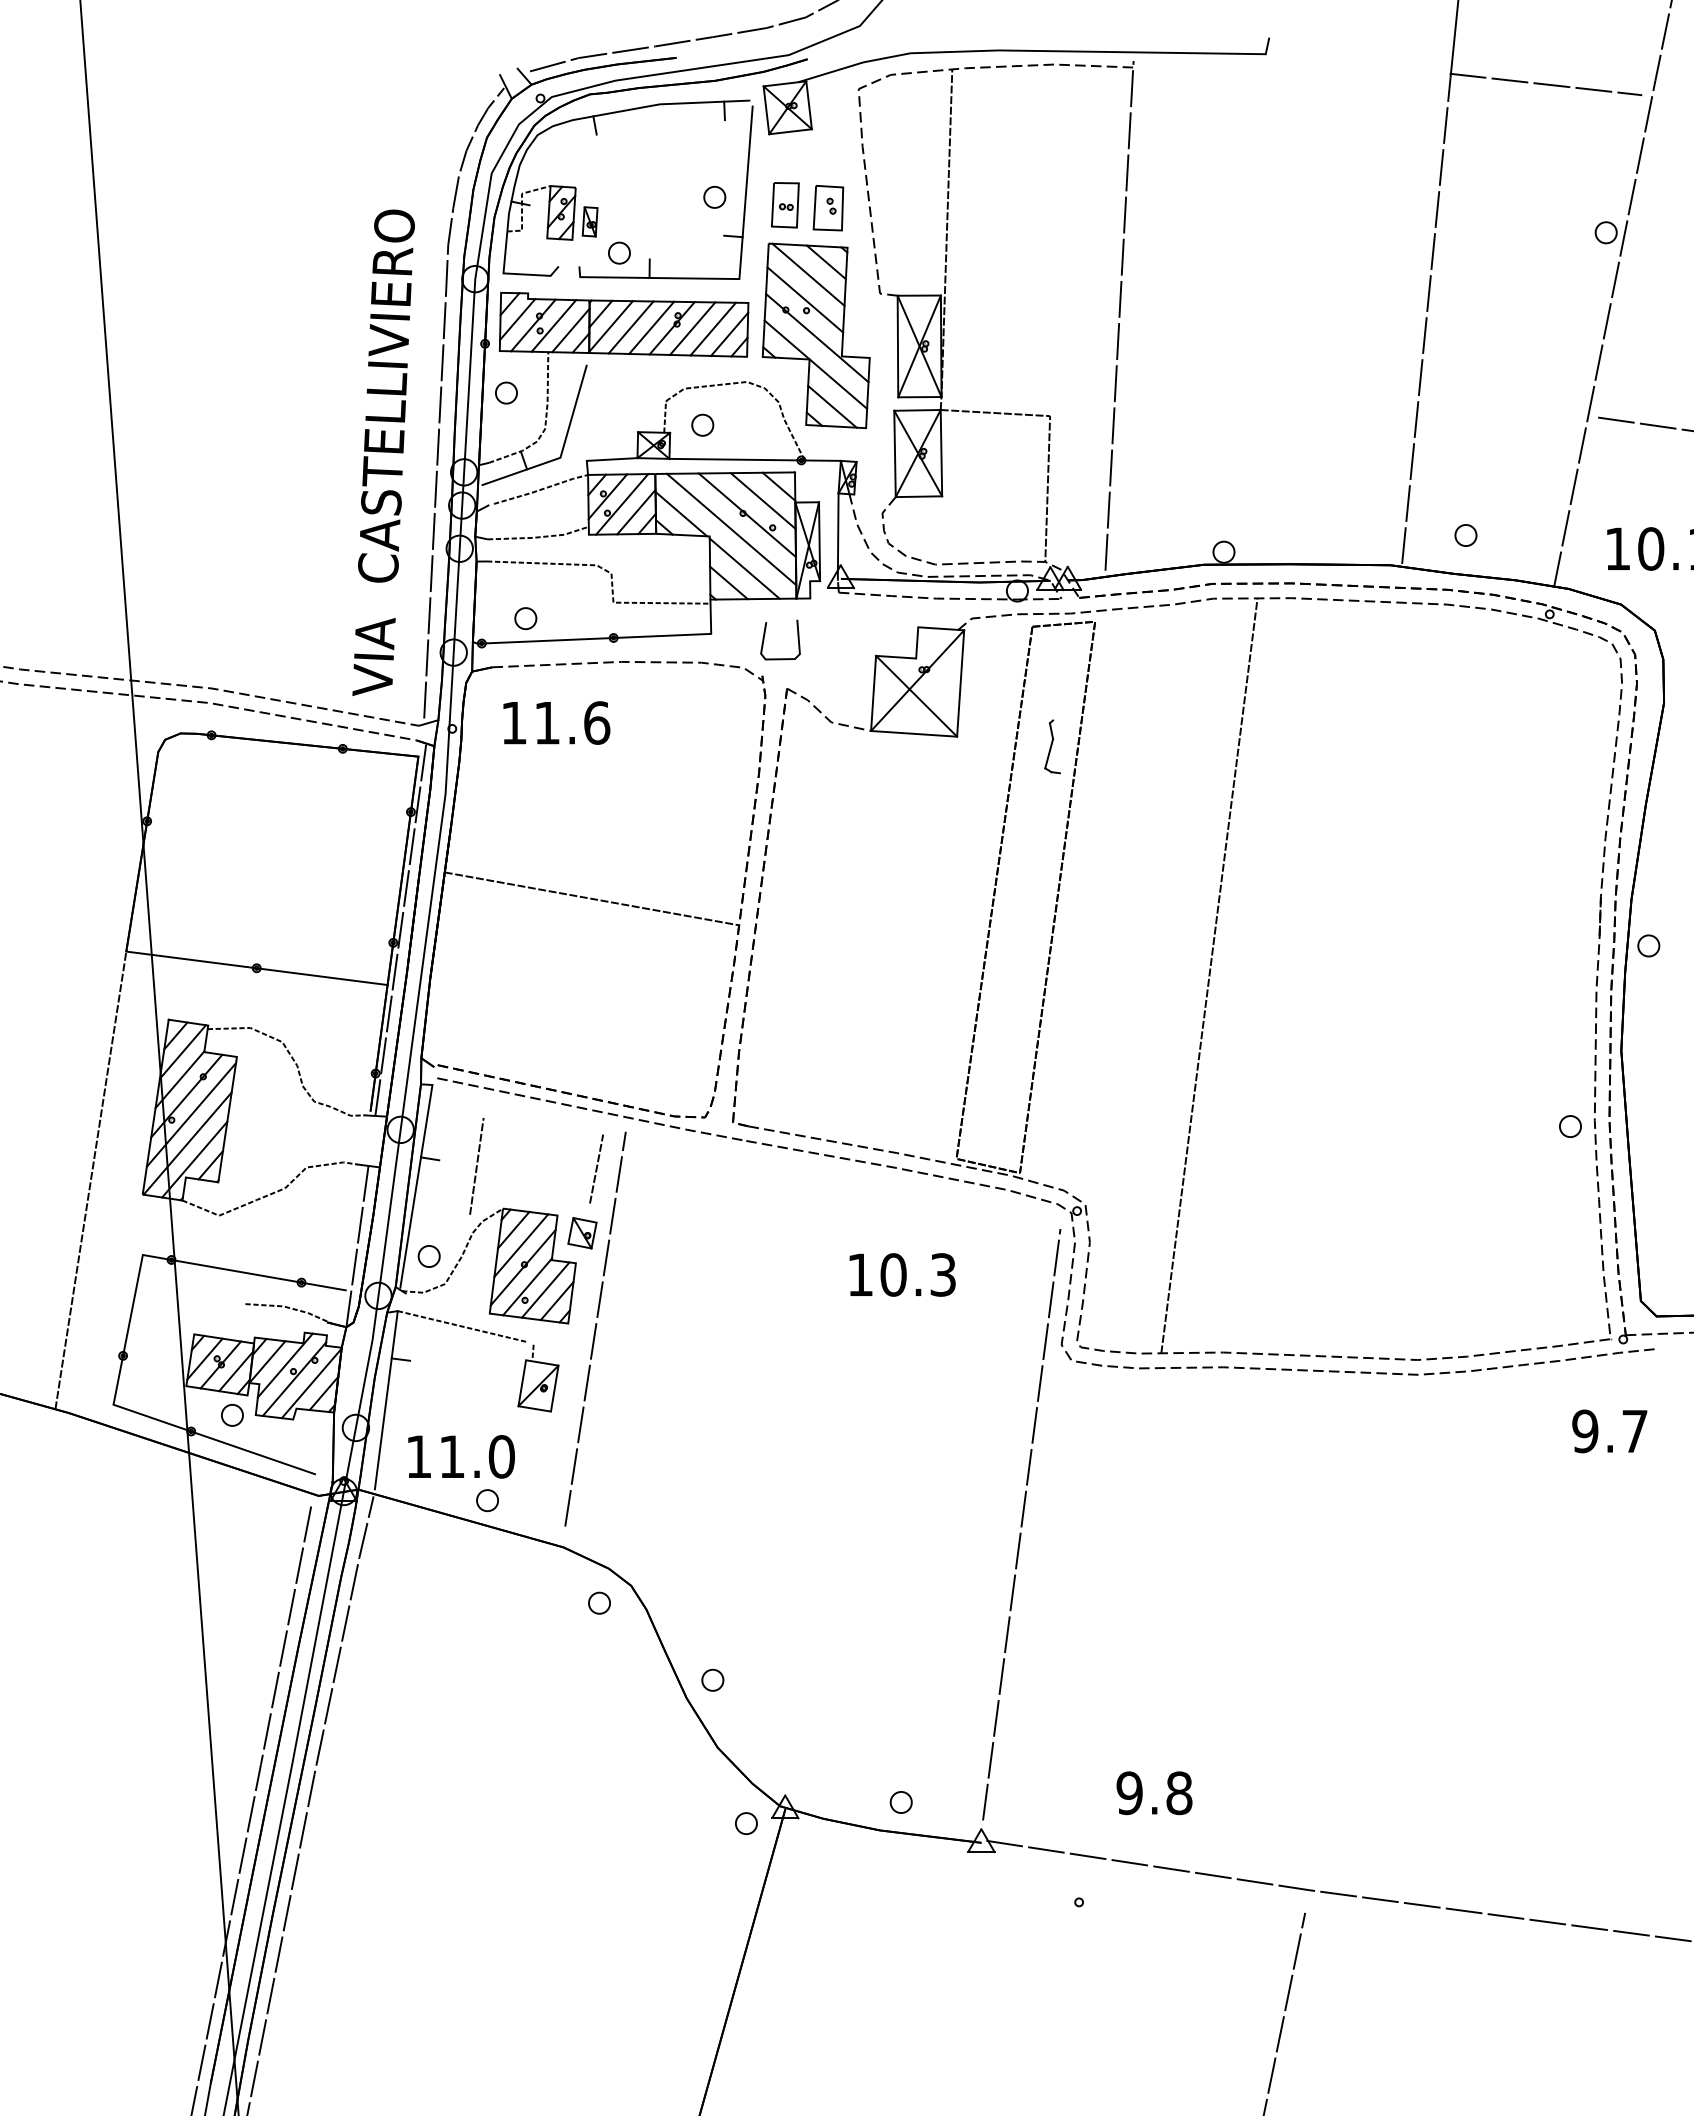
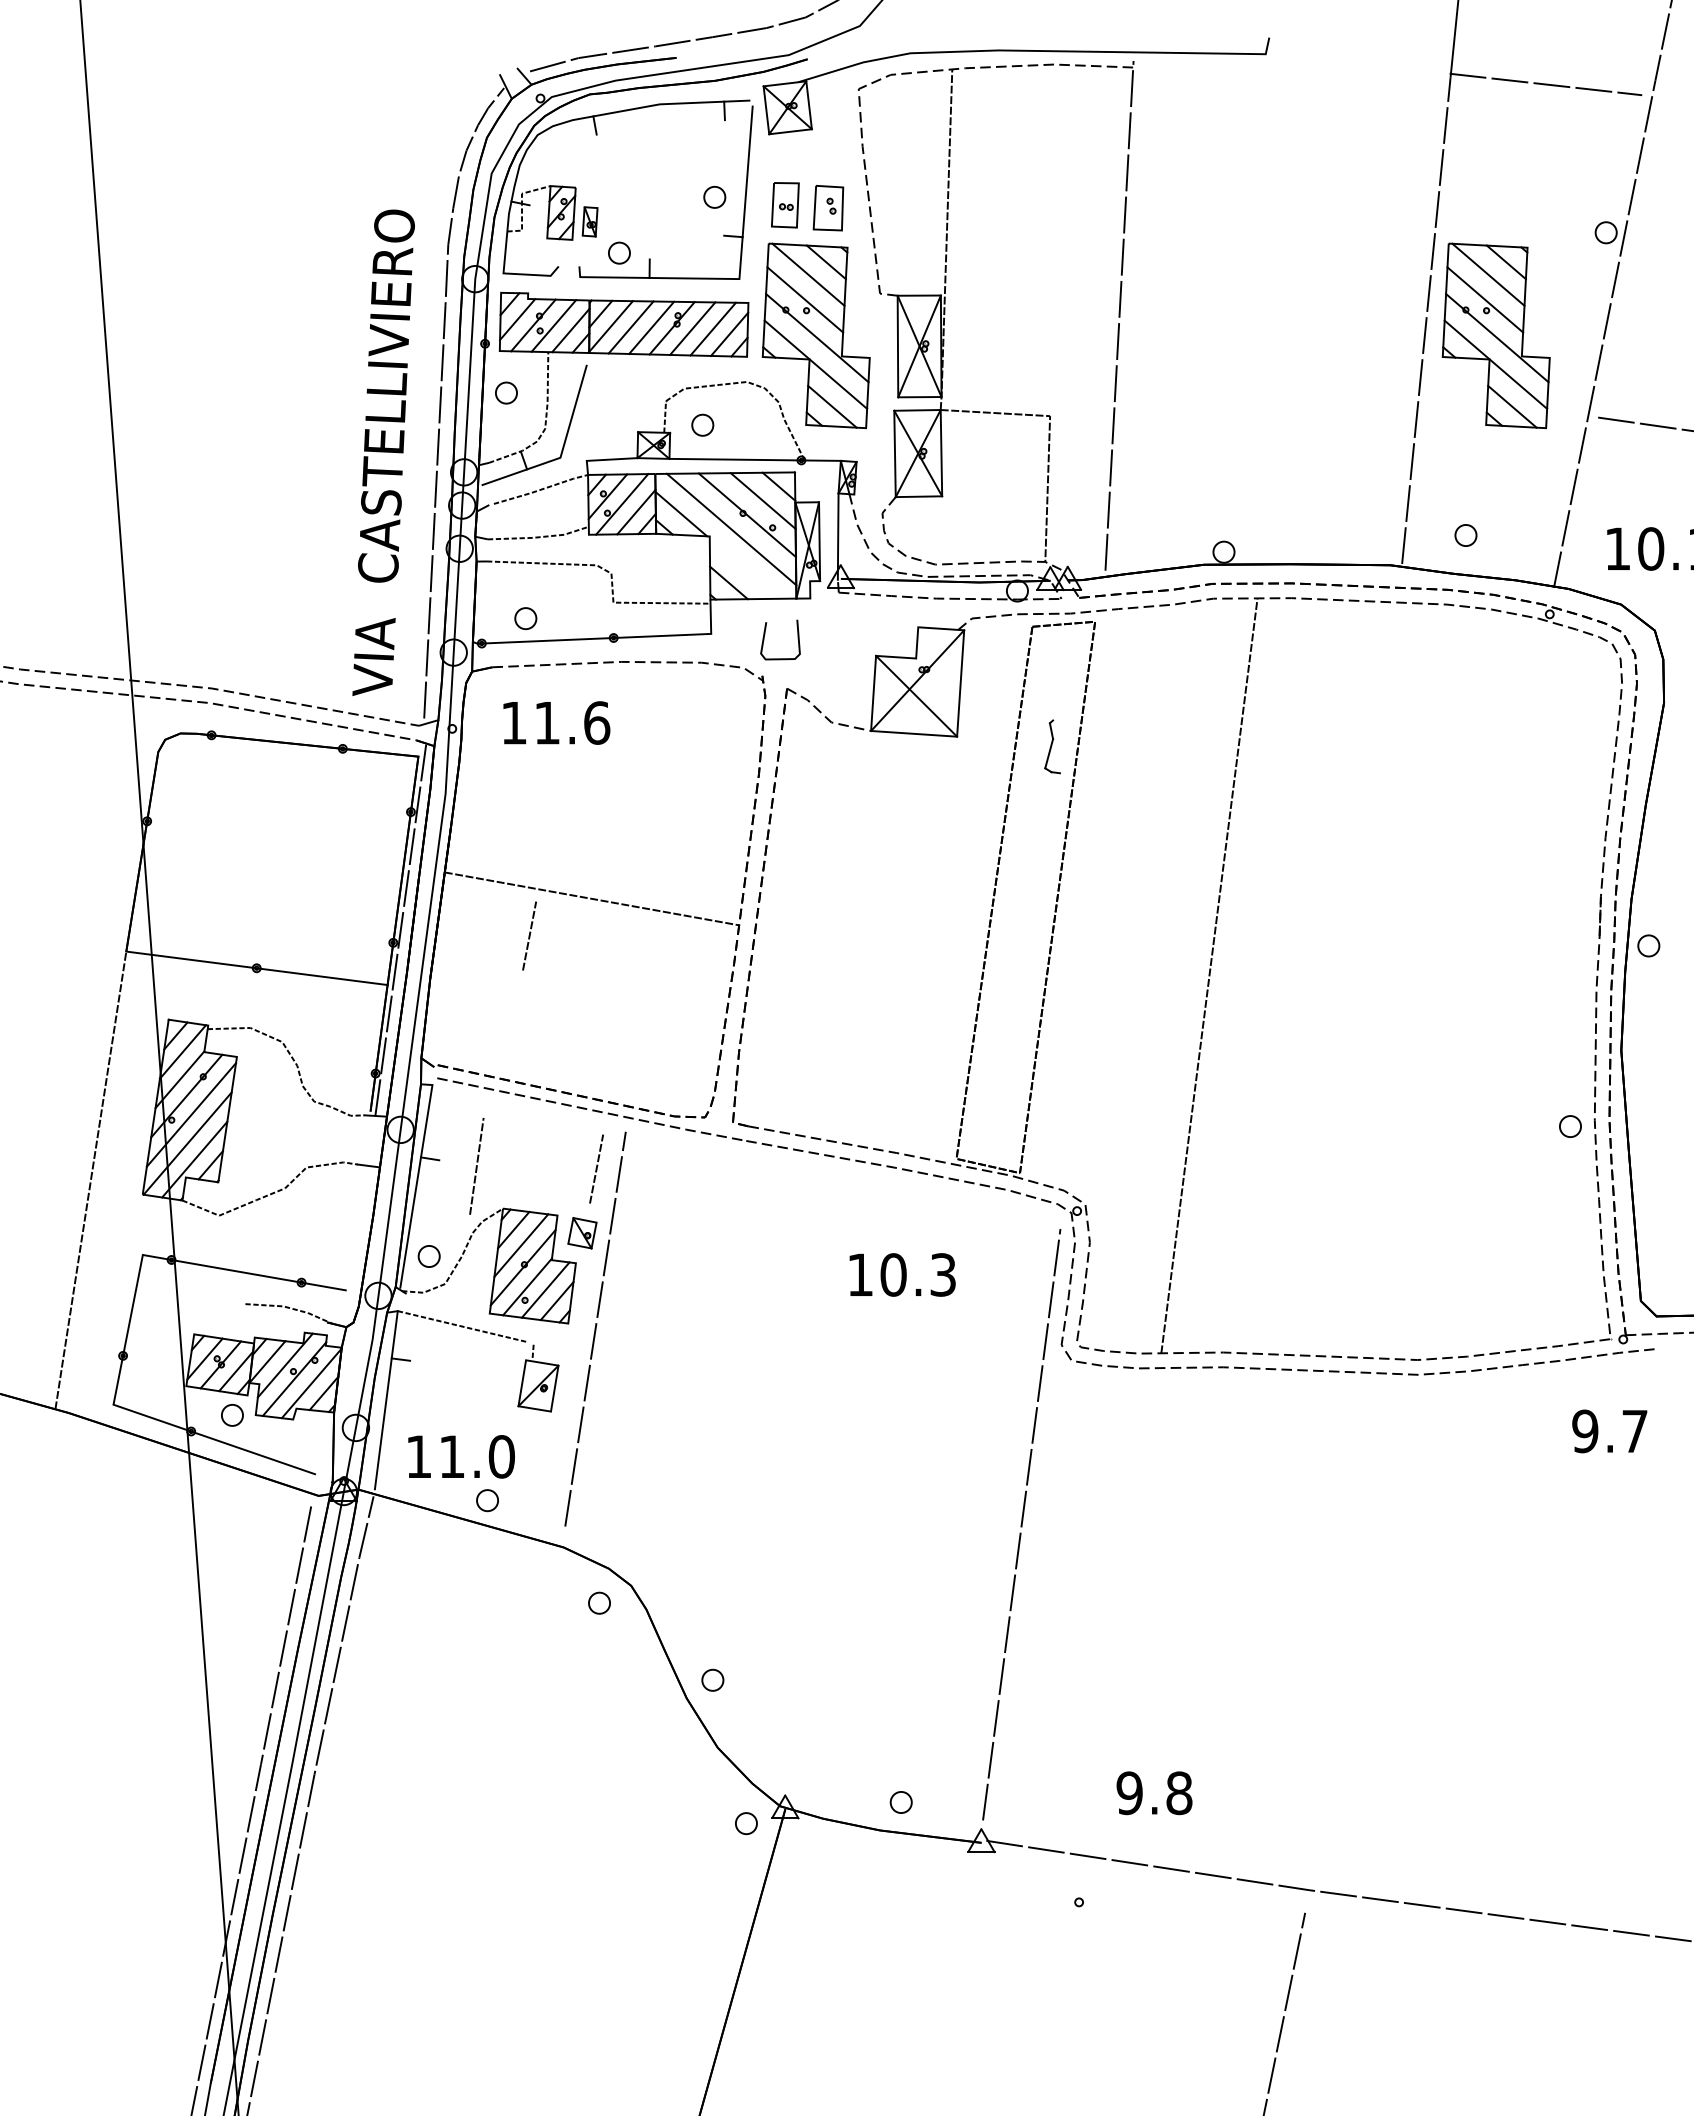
part at (1495, 335): none -> present
line at (744, 568): present -> none
line at (529, 935): none -> present
line at (357, 1246): present -> none
